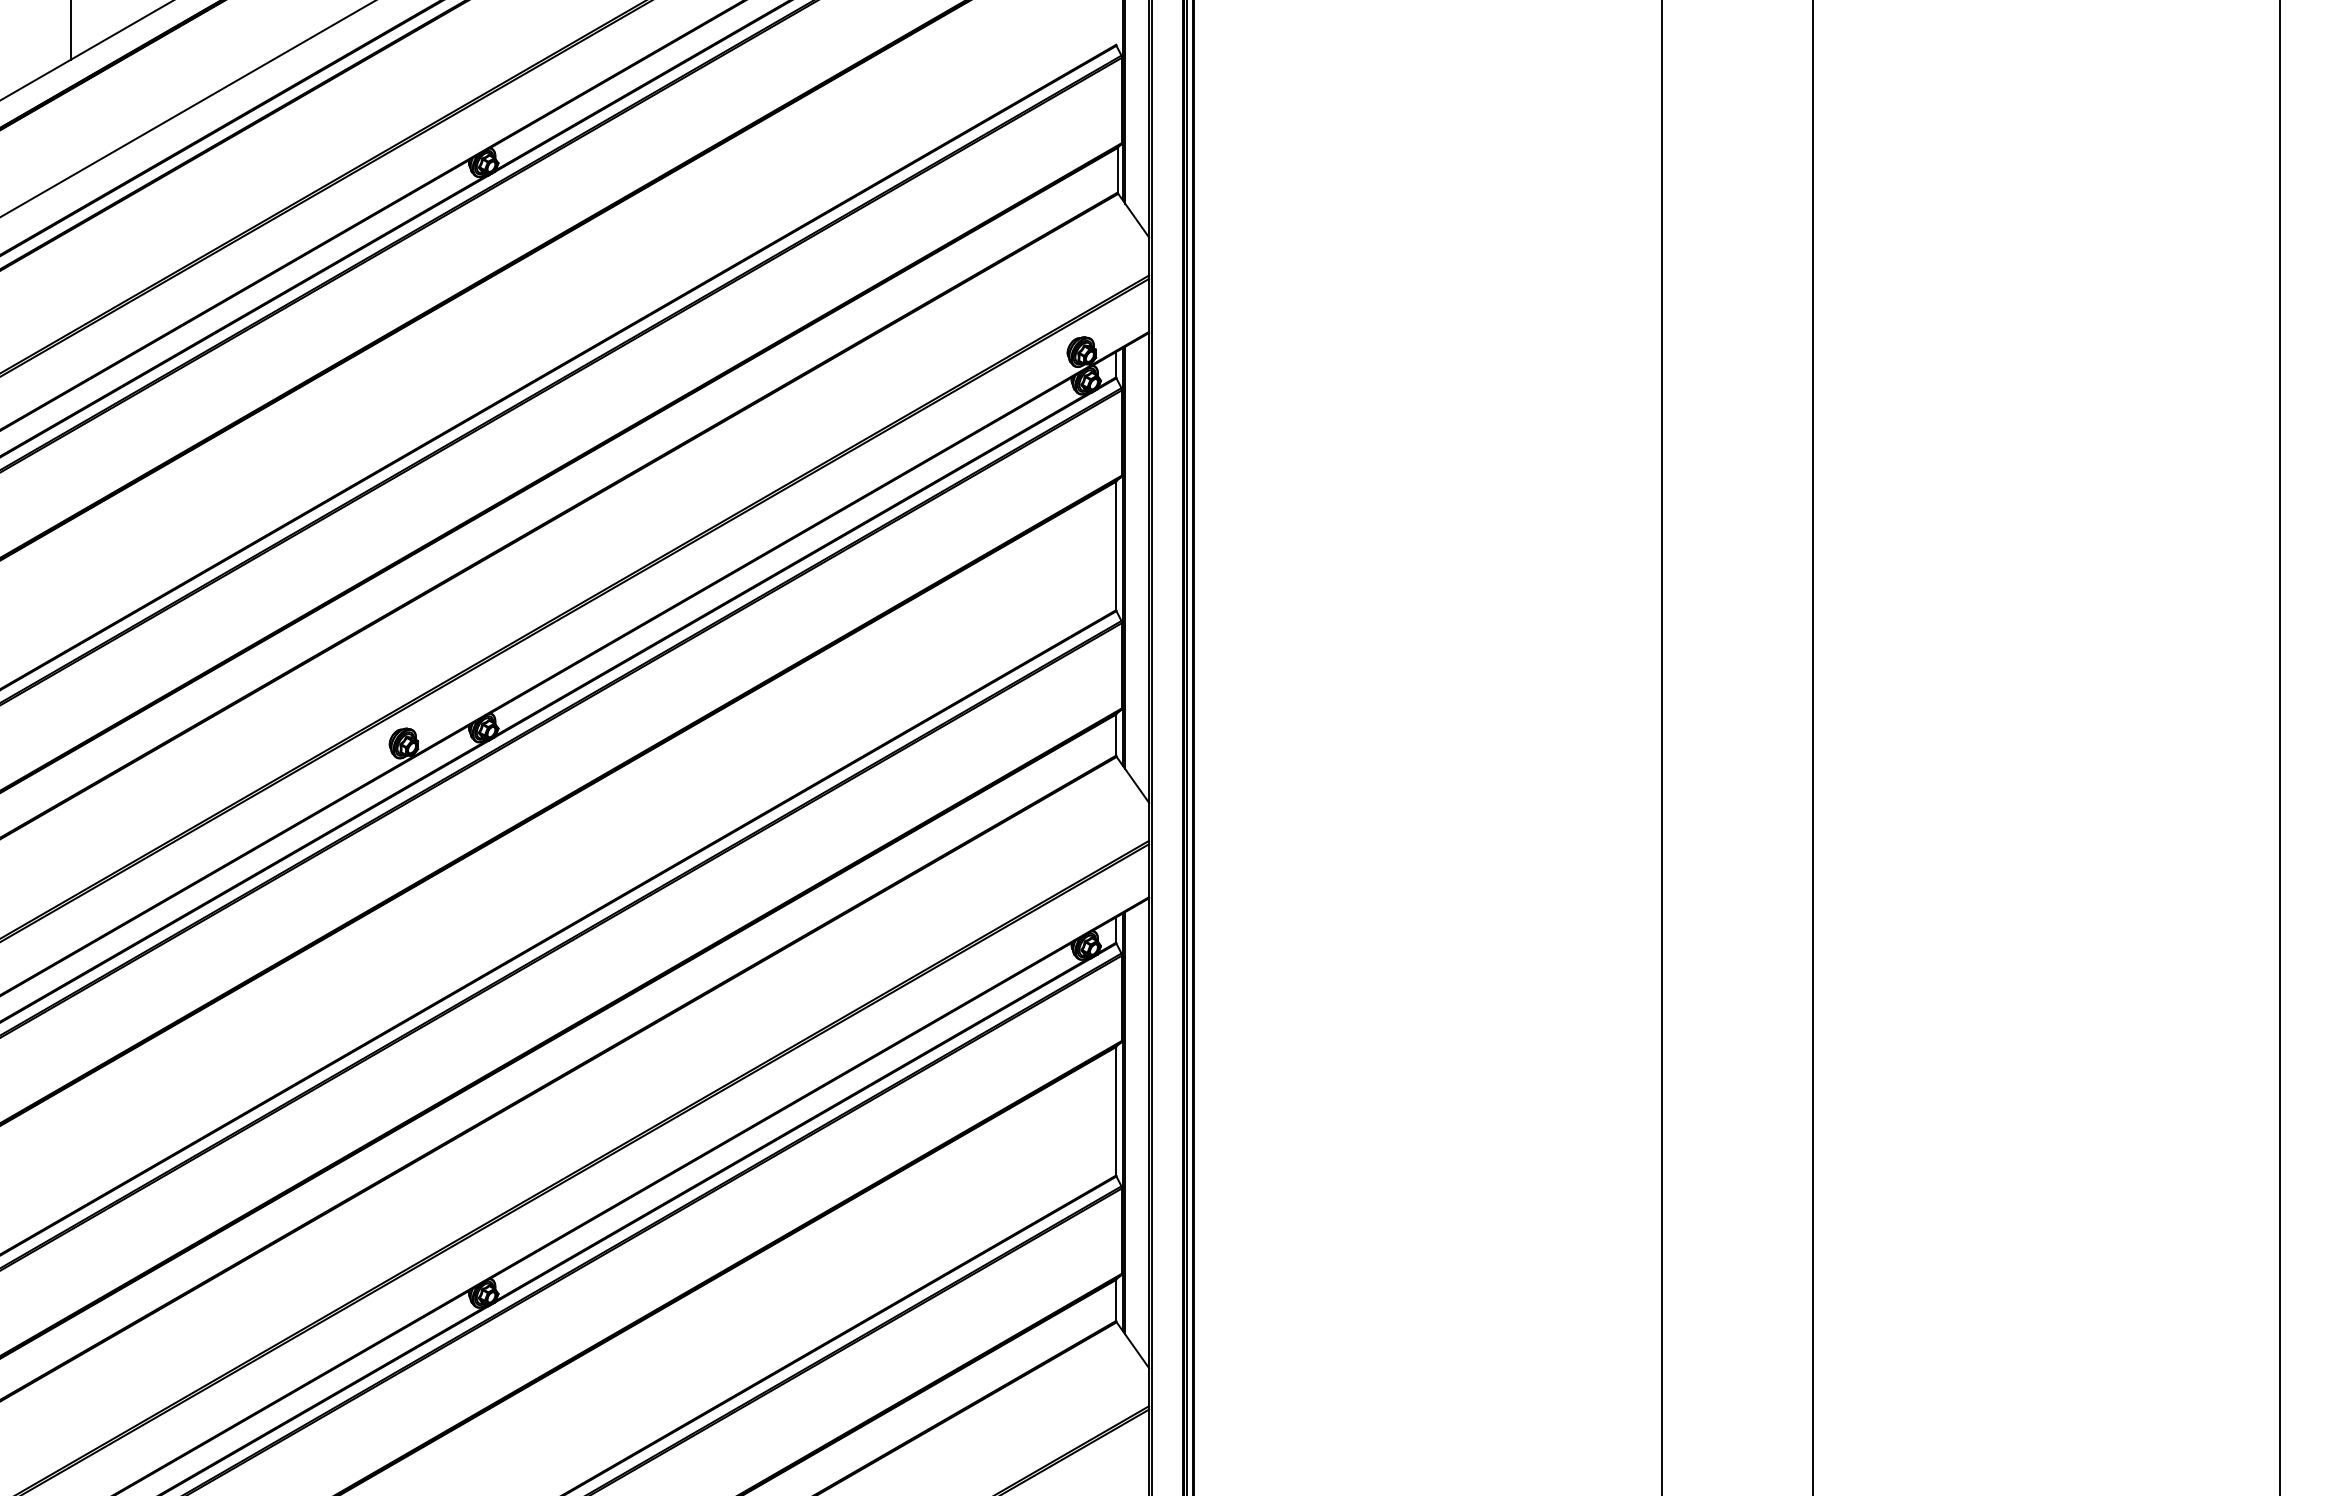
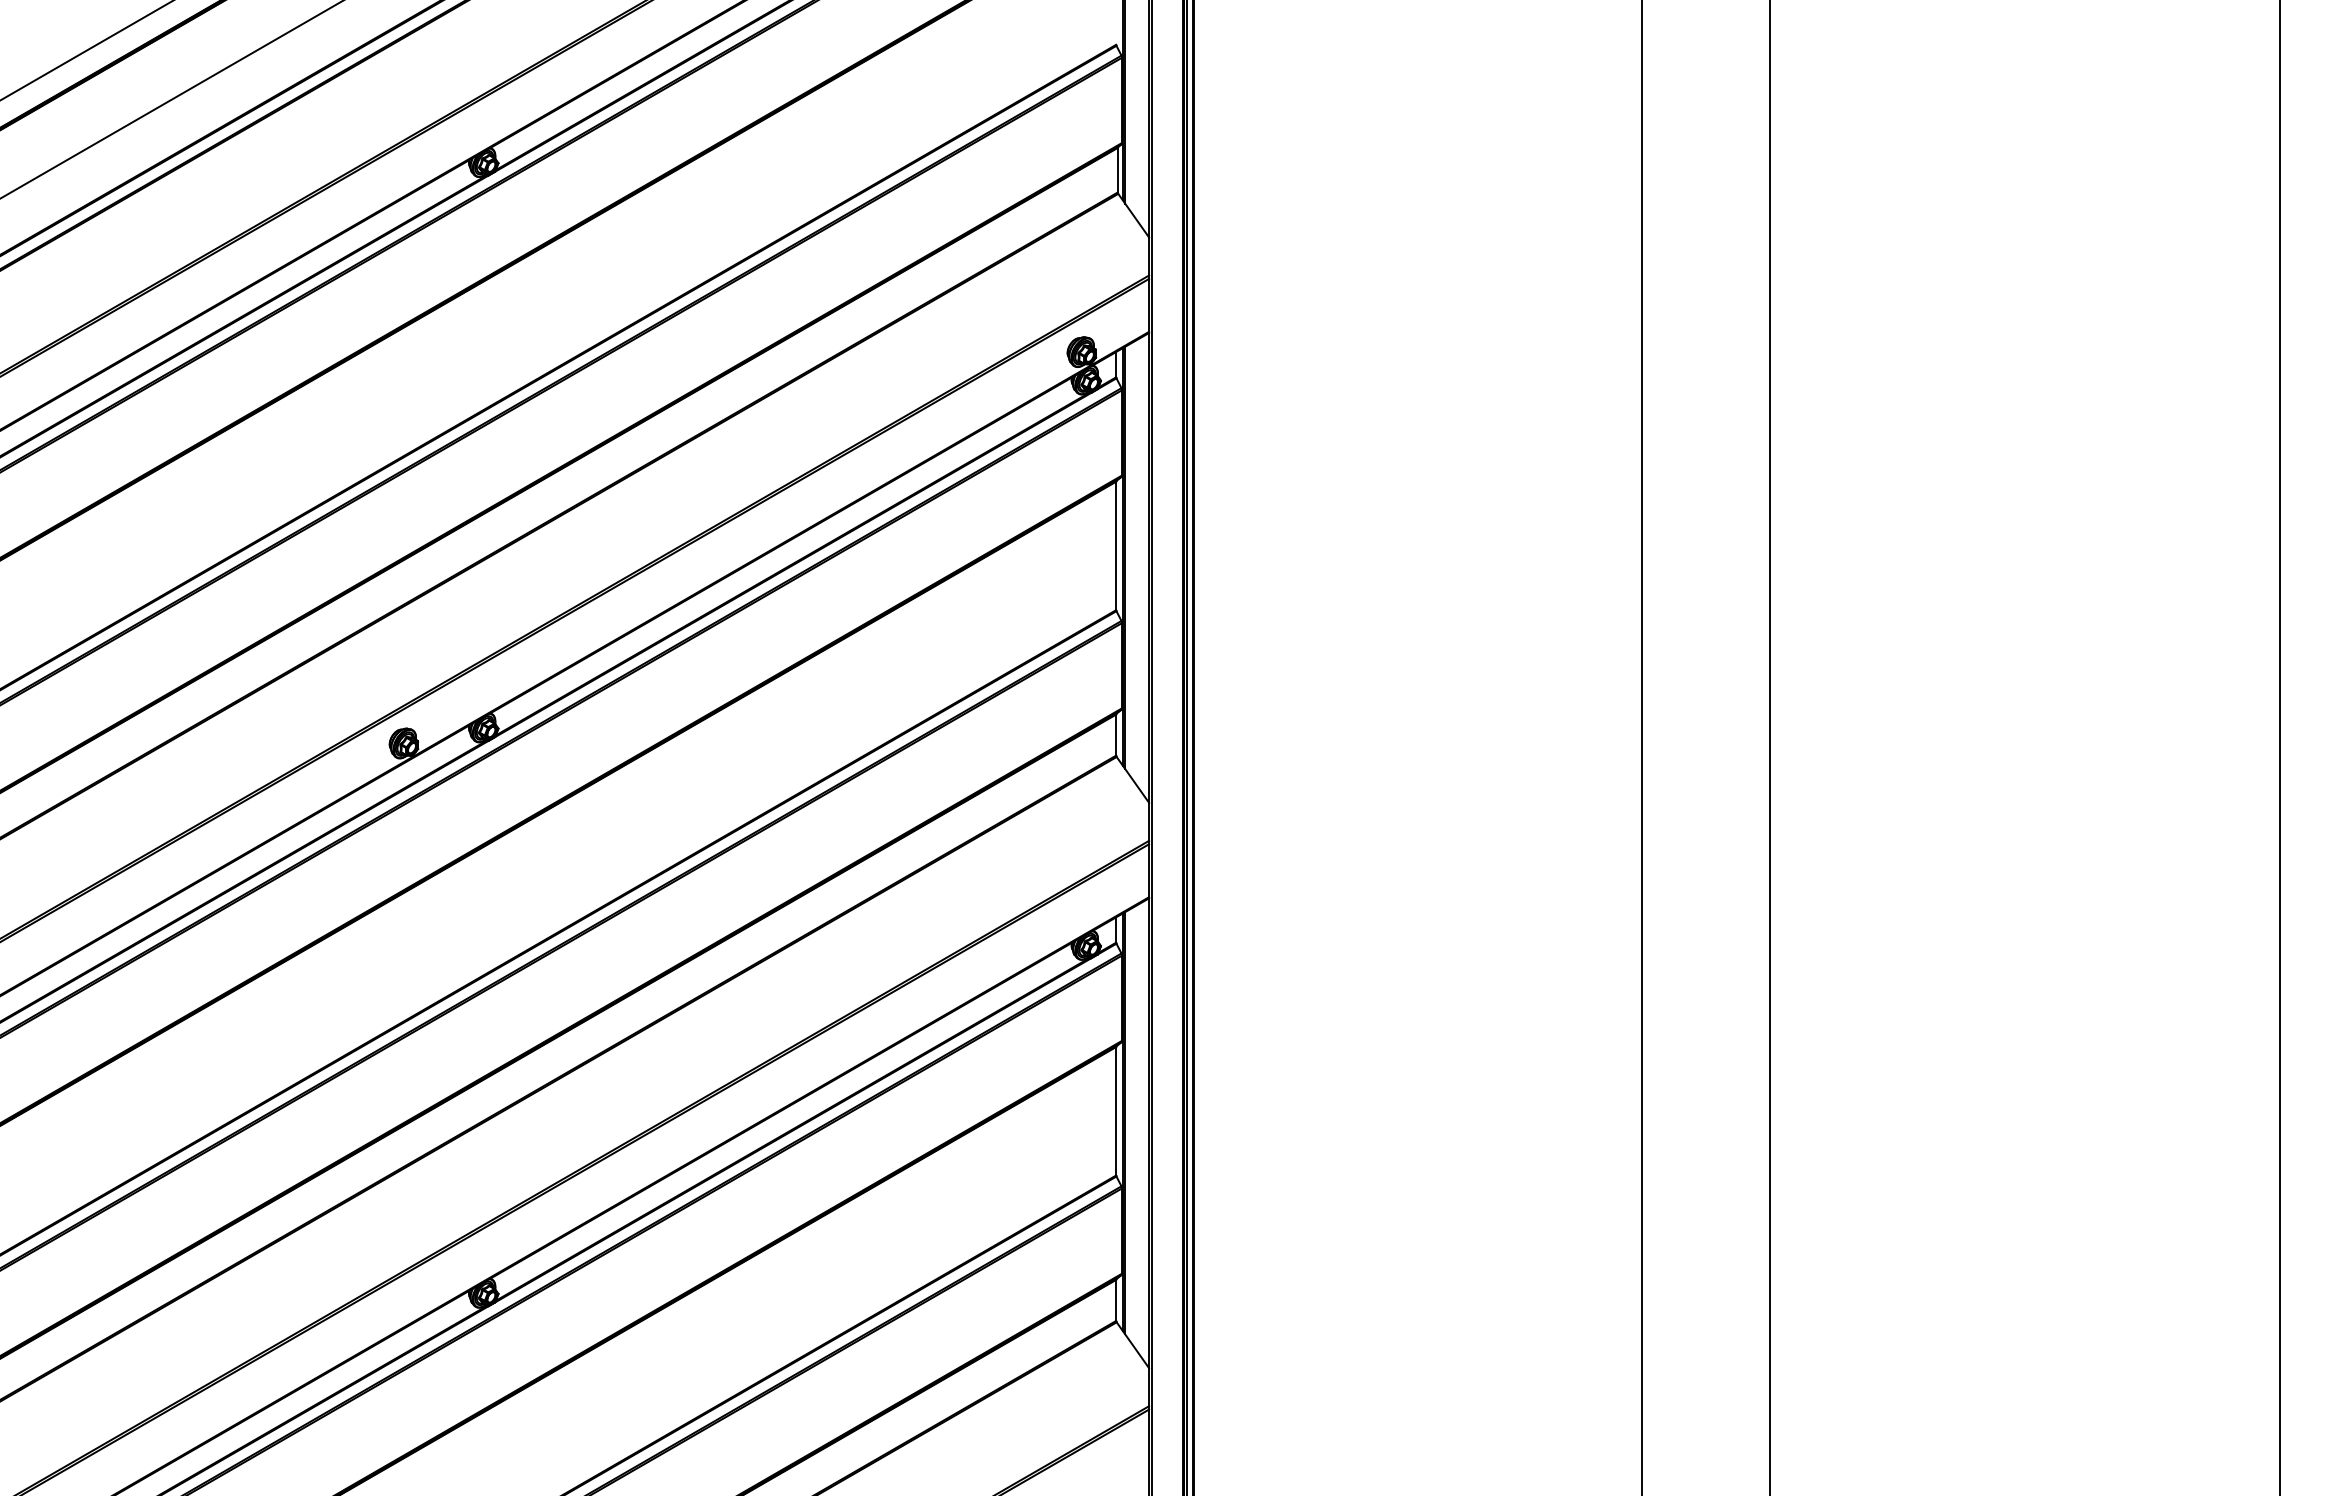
line at (70, 31): present -> none
line at (187, 108) position: (187, 108) -> (171, 99)
line at (1662, 747) position: (1662, 747) -> (1642, 747)
line at (1812, 747) position: (1812, 747) -> (1769, 747)
